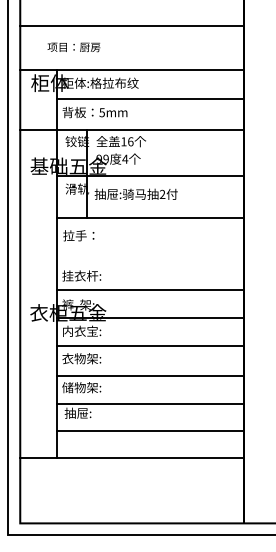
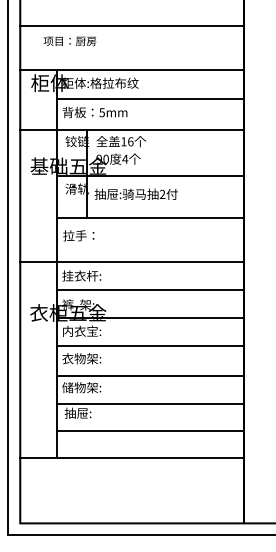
text at (73, 47) position: (73, 47) -> (69, 41)
text at (105, 159): 99 -> 90
line at (132, 261): none -> present
